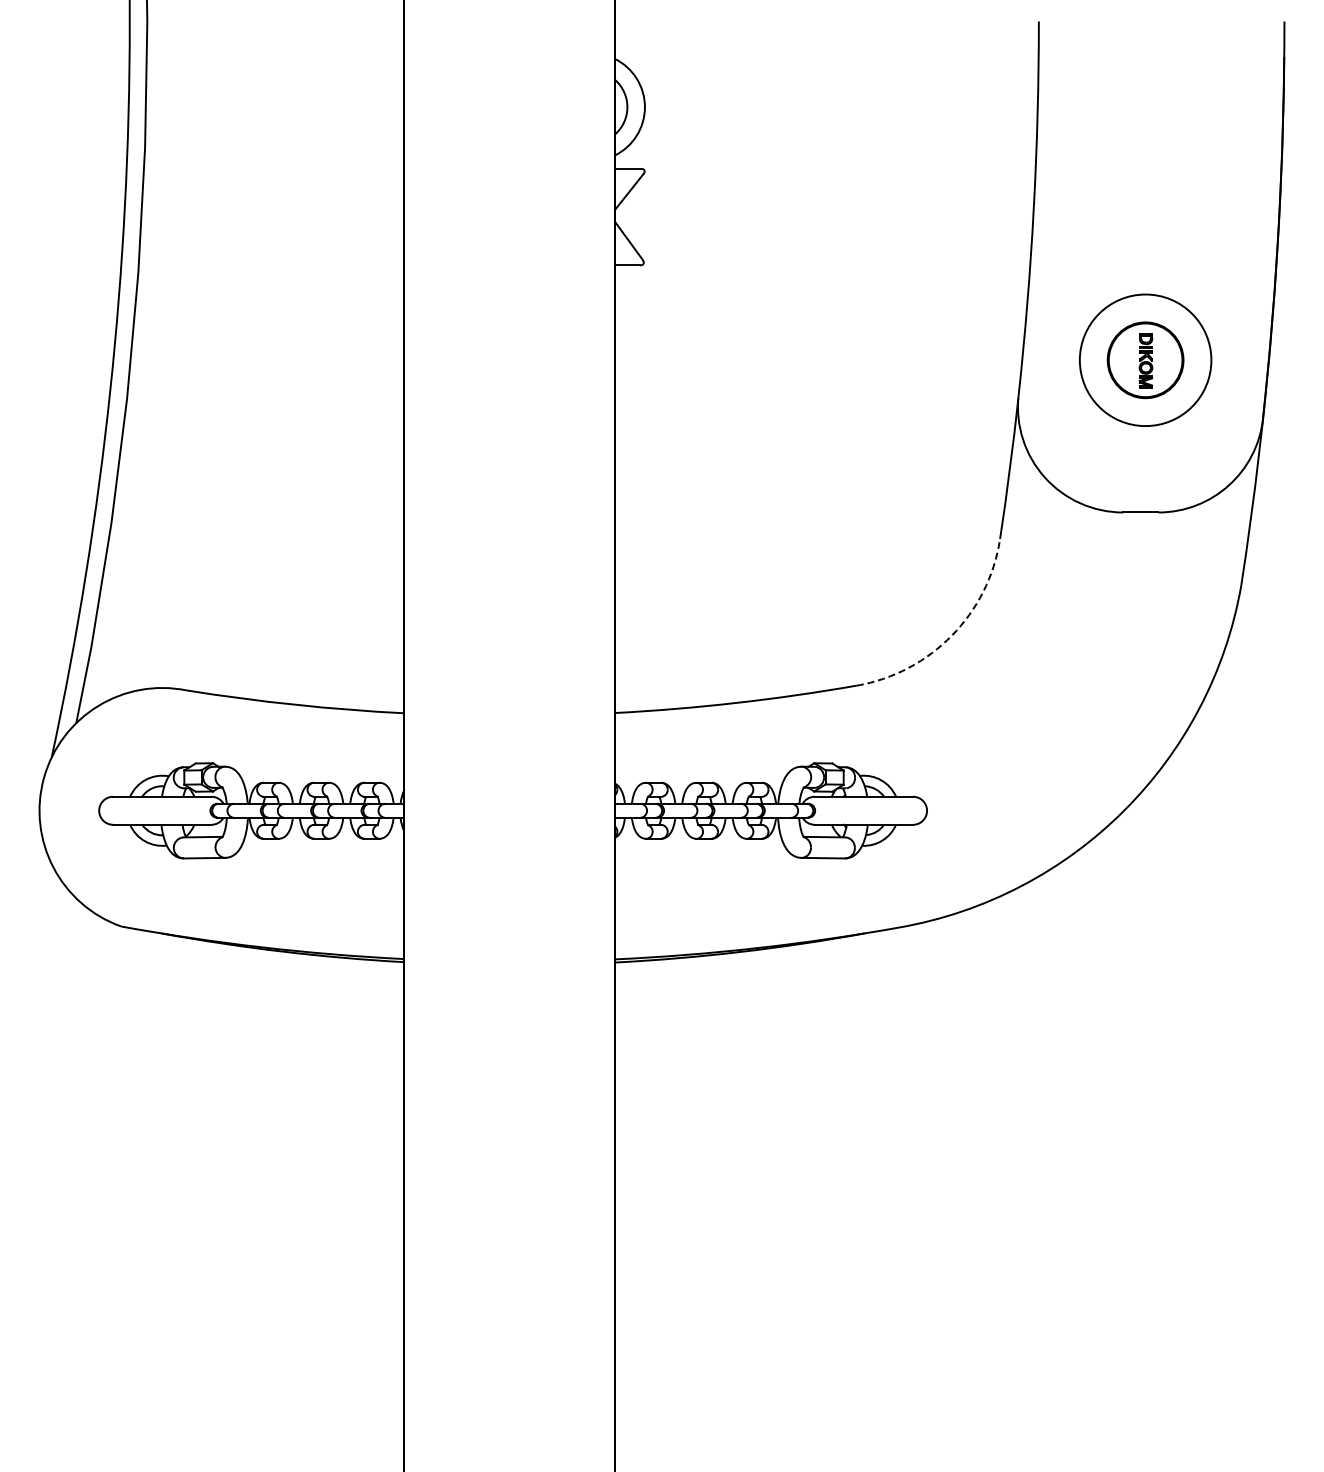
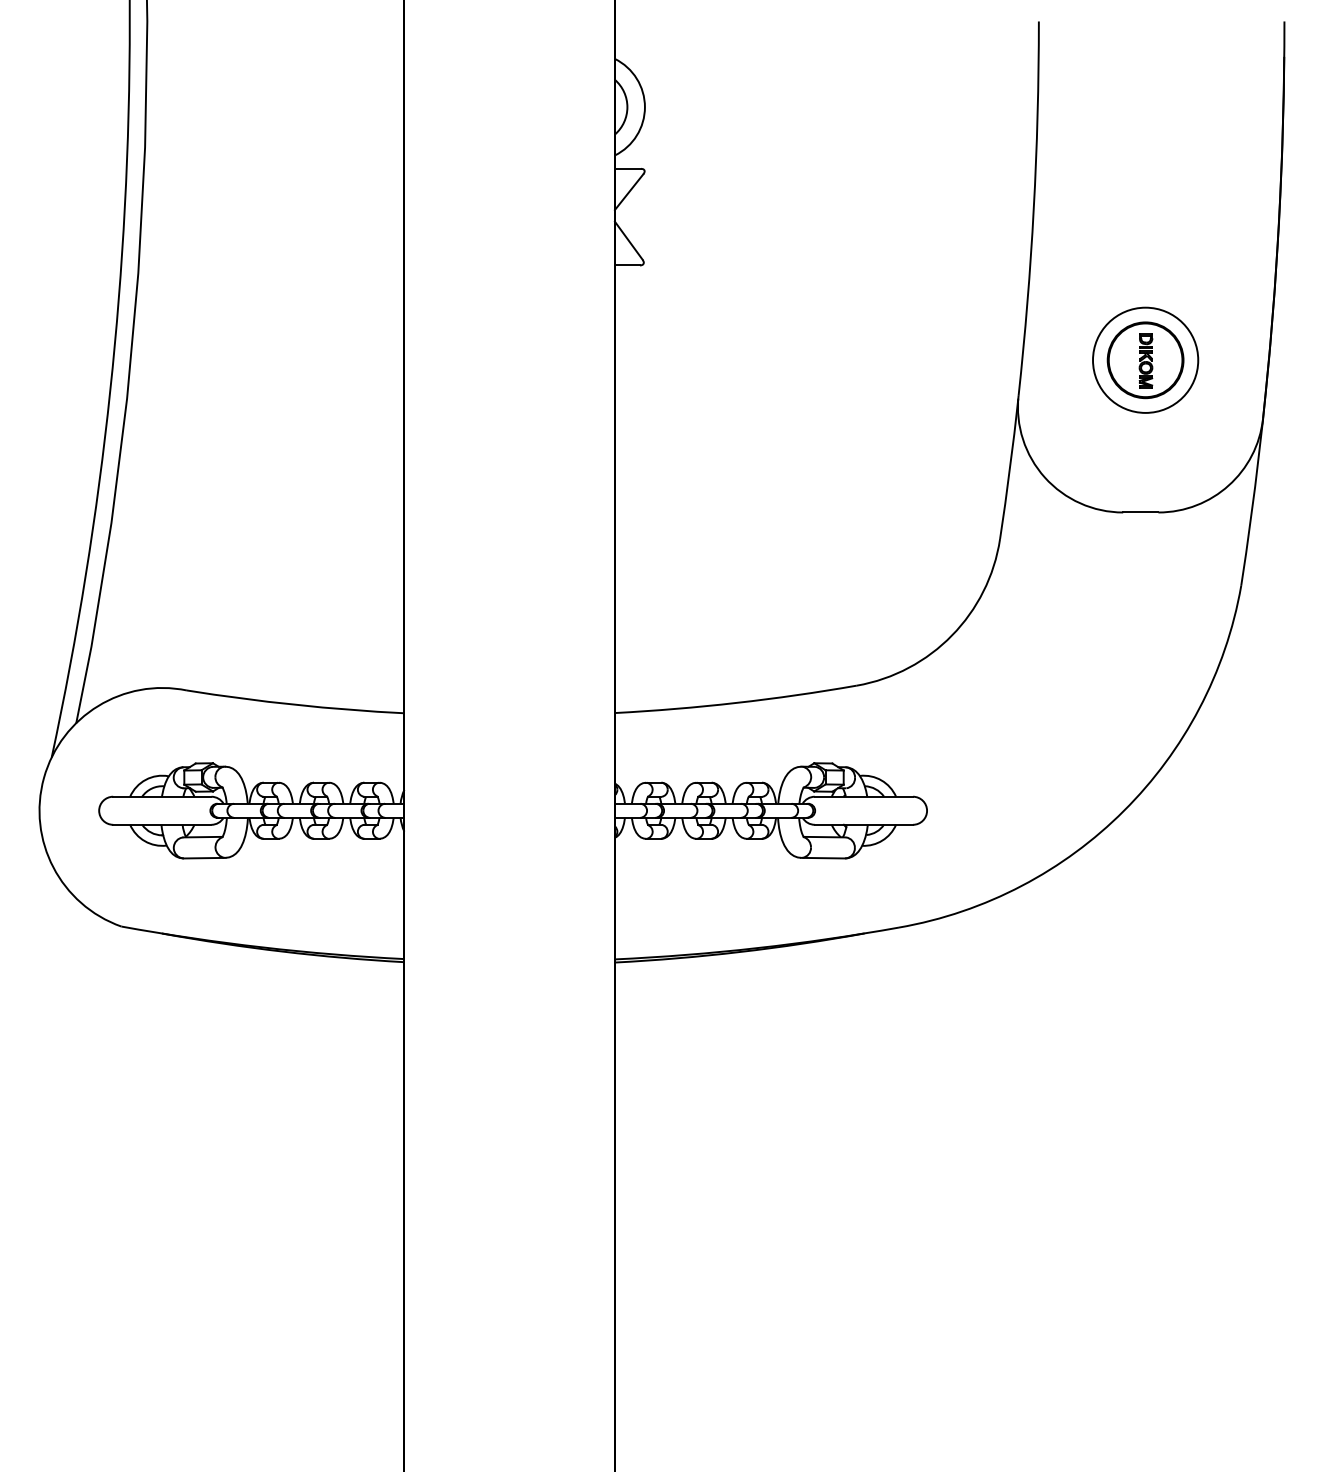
circle at (1145, 360) diameter: 132 px -> 105 px
arc at (952, 635): dashed -> solid
